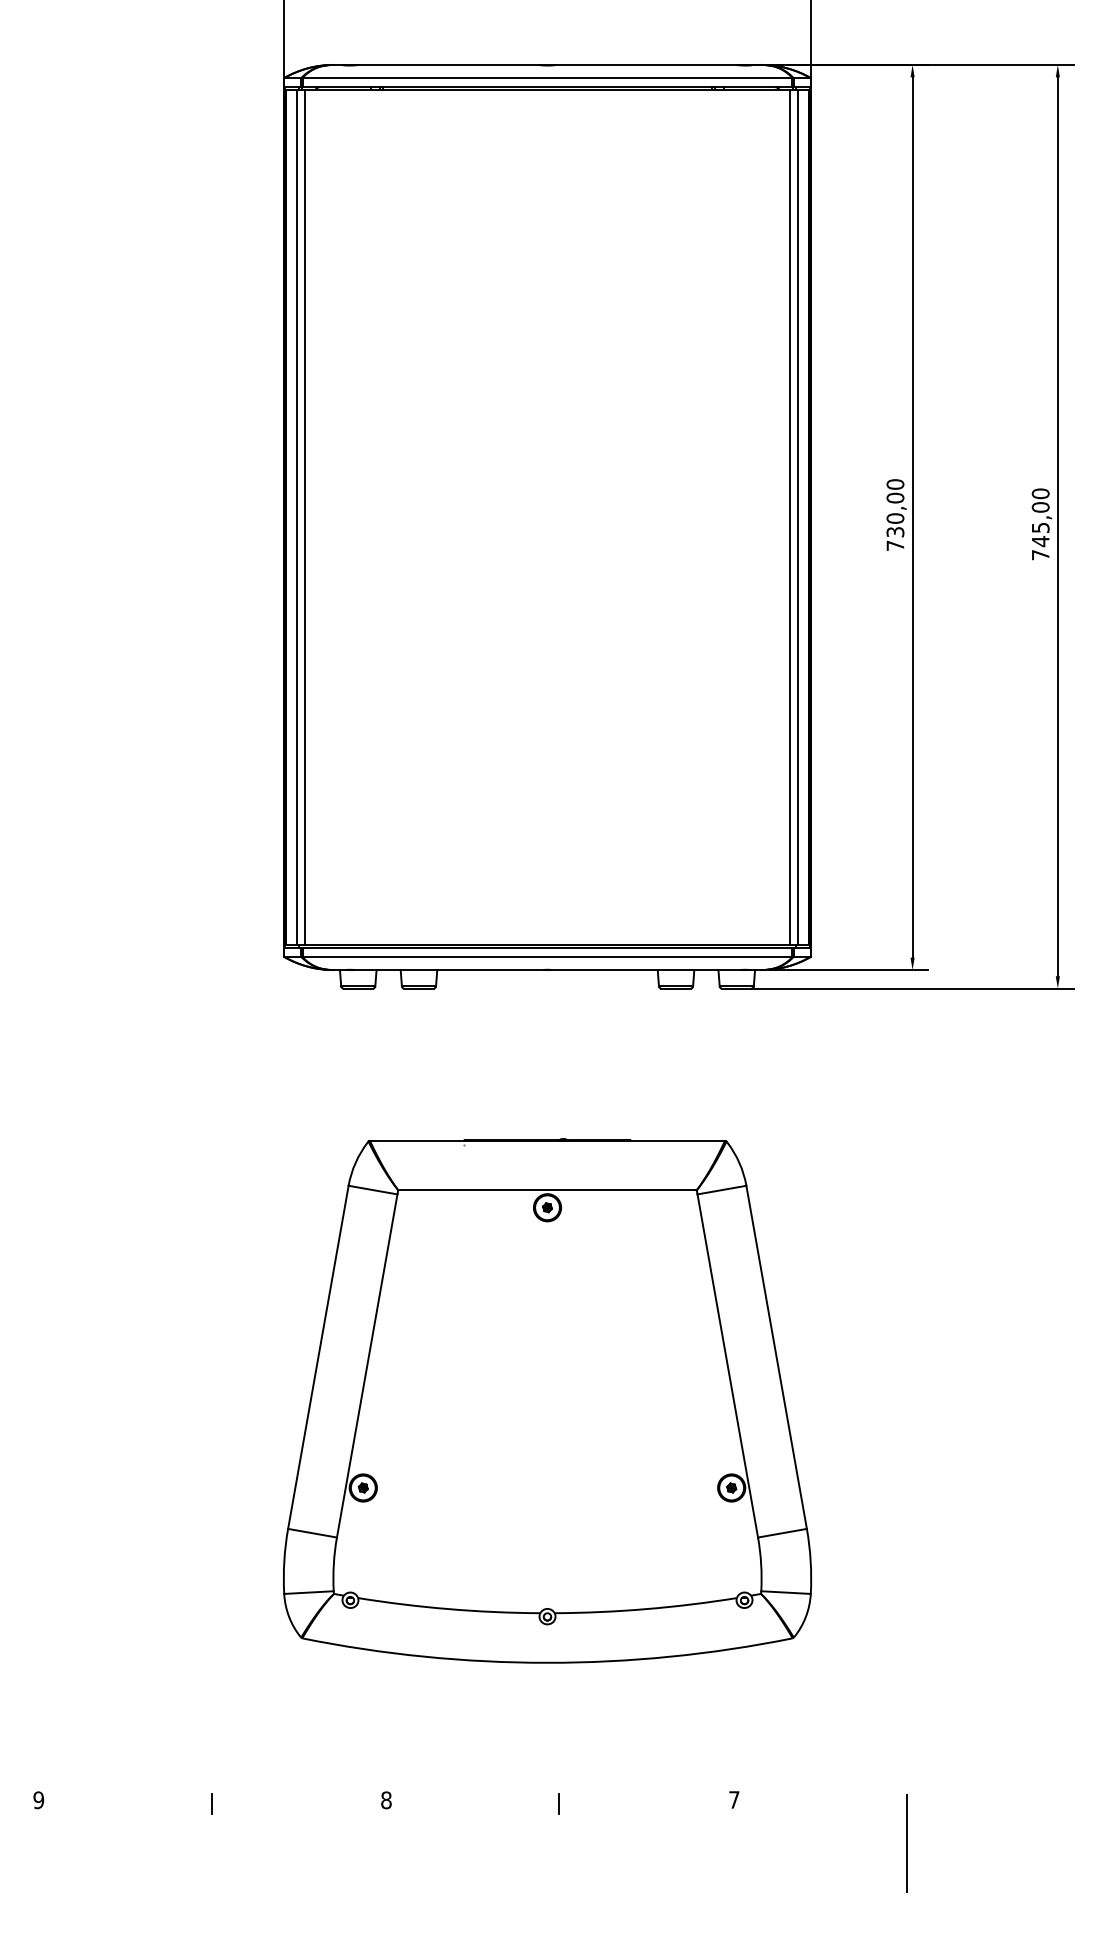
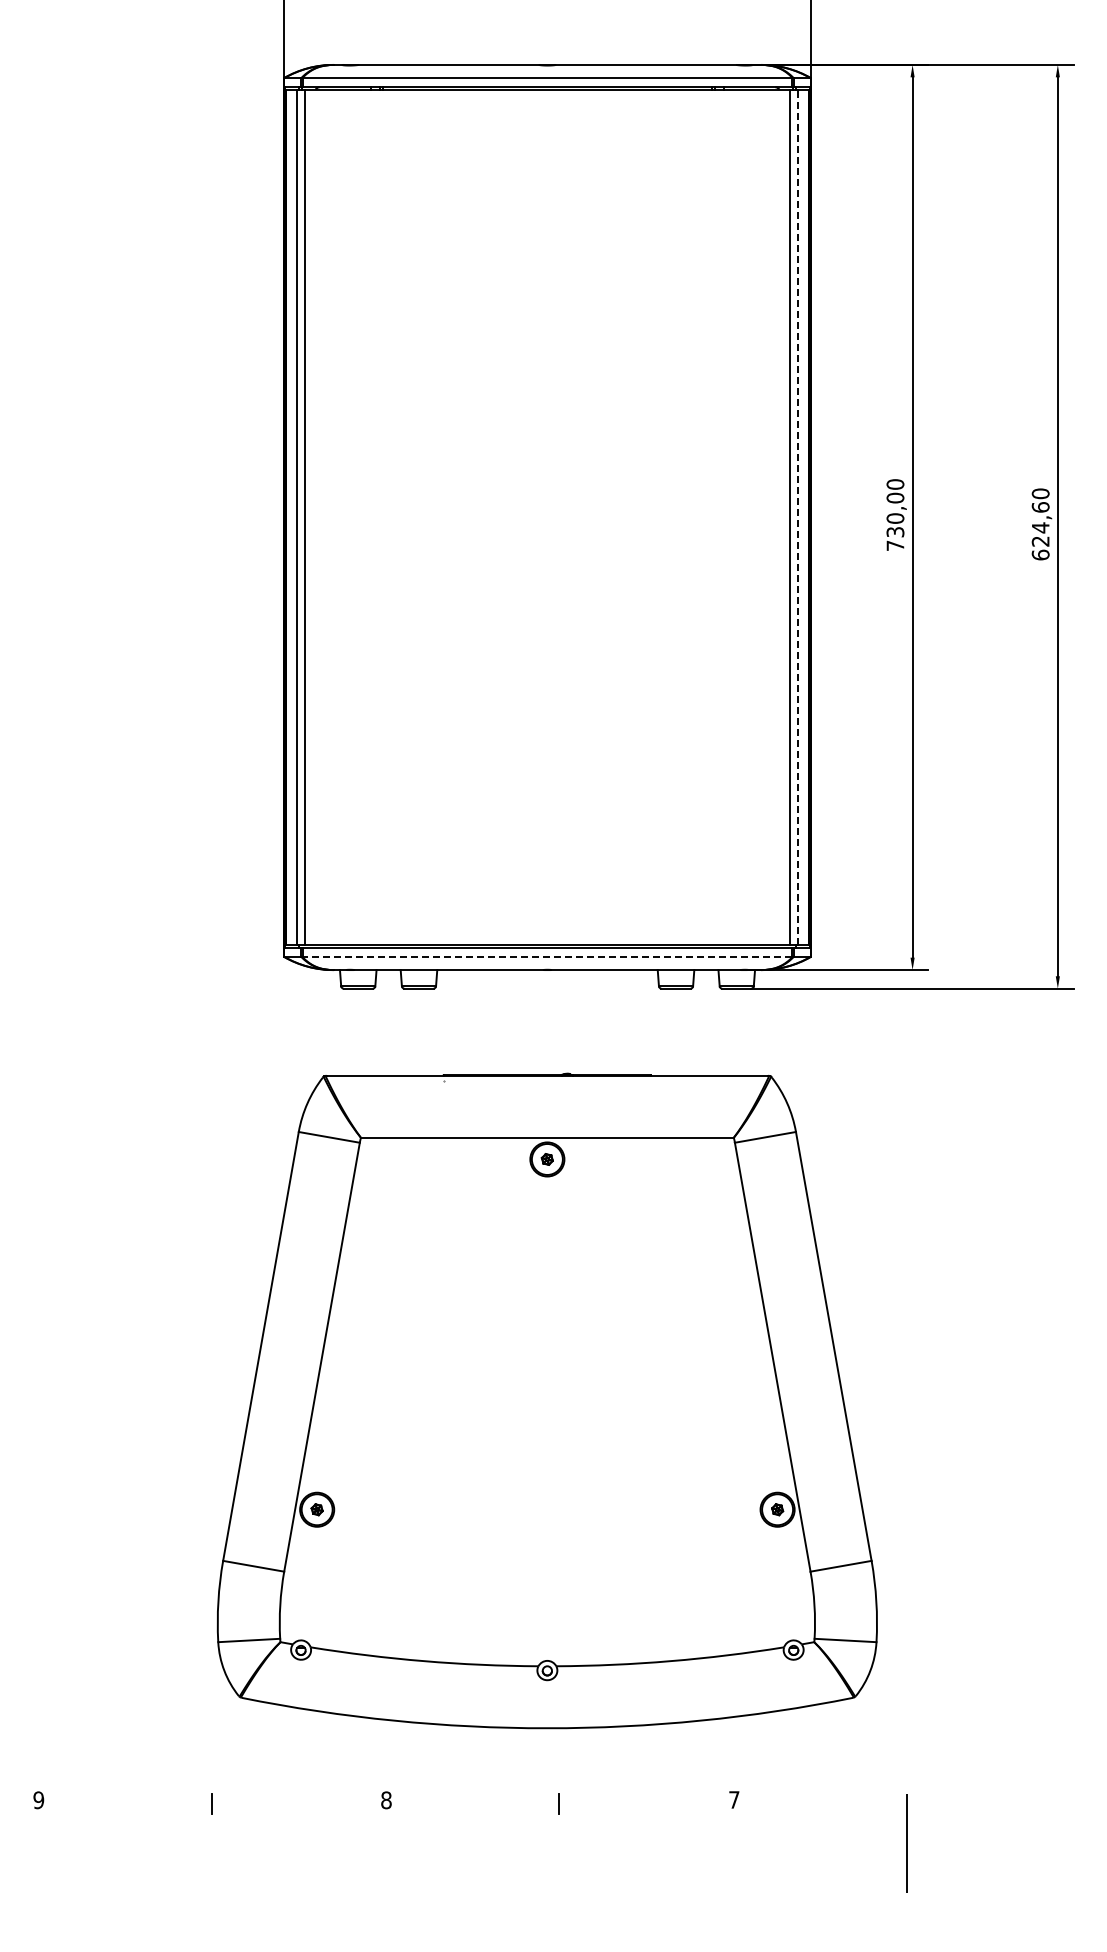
line at (798, 517): solid -> dashed
text at (1040, 531): 745,00 -> 624,60
line at (547, 956): solid -> dashed
part at (547, 1400) size: 530x526 px -> 662x658 px
